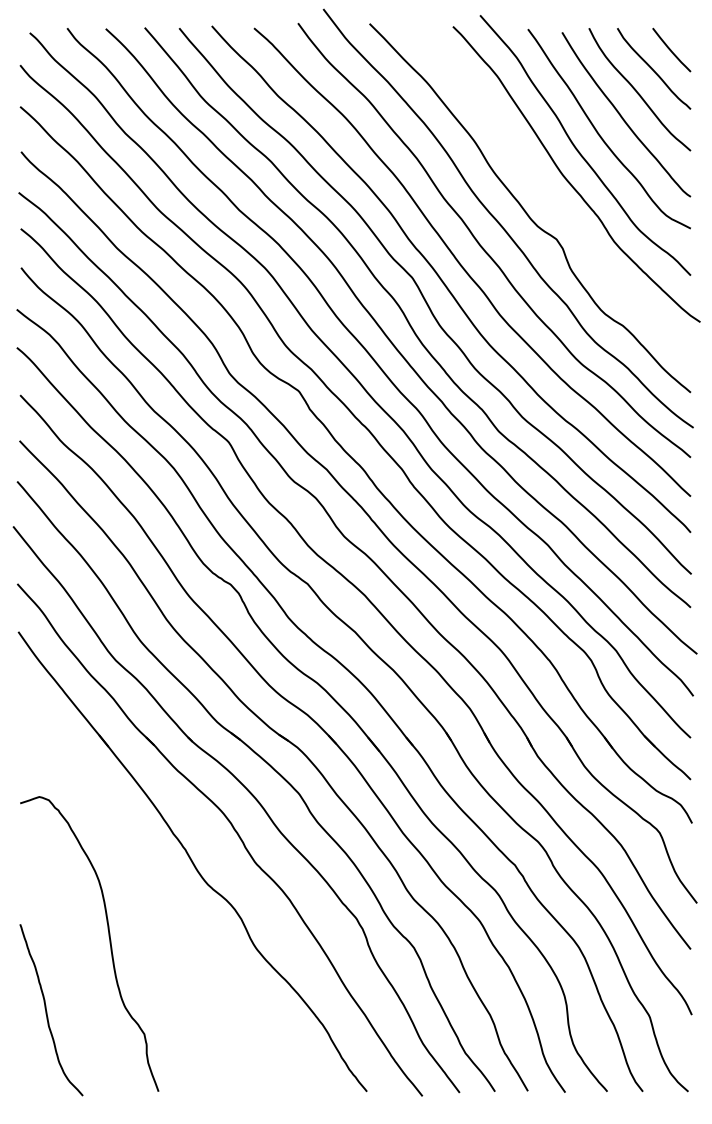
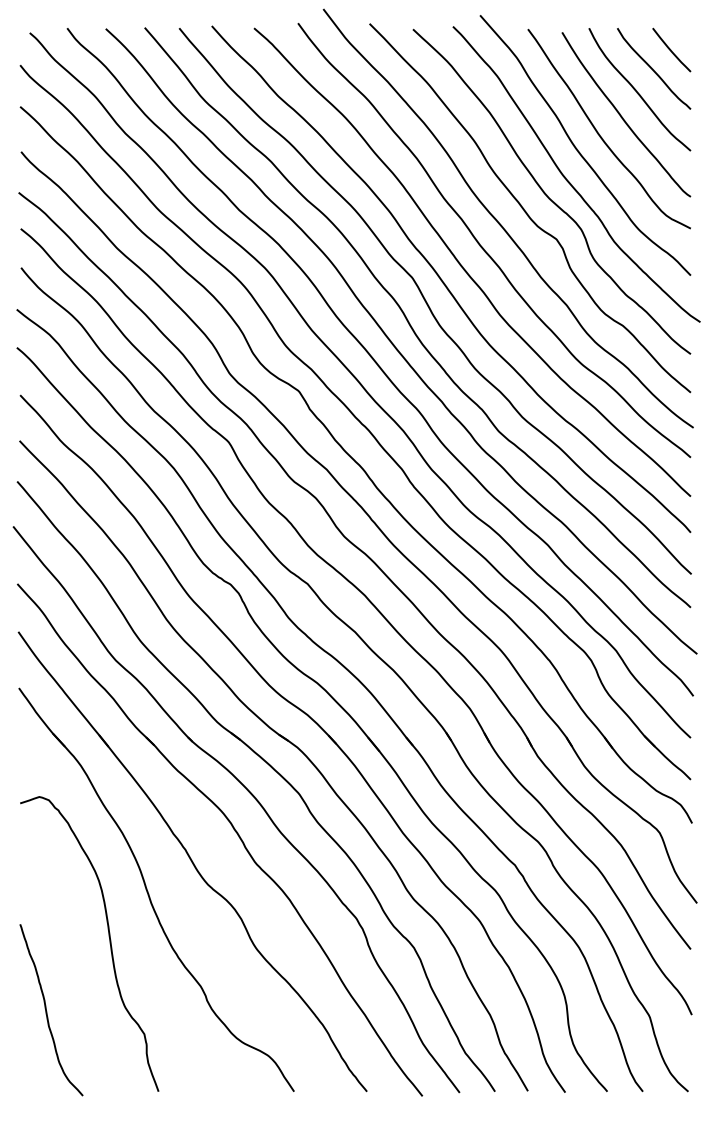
curve at (546, 193): none -> present
part at (149, 893): none -> present
